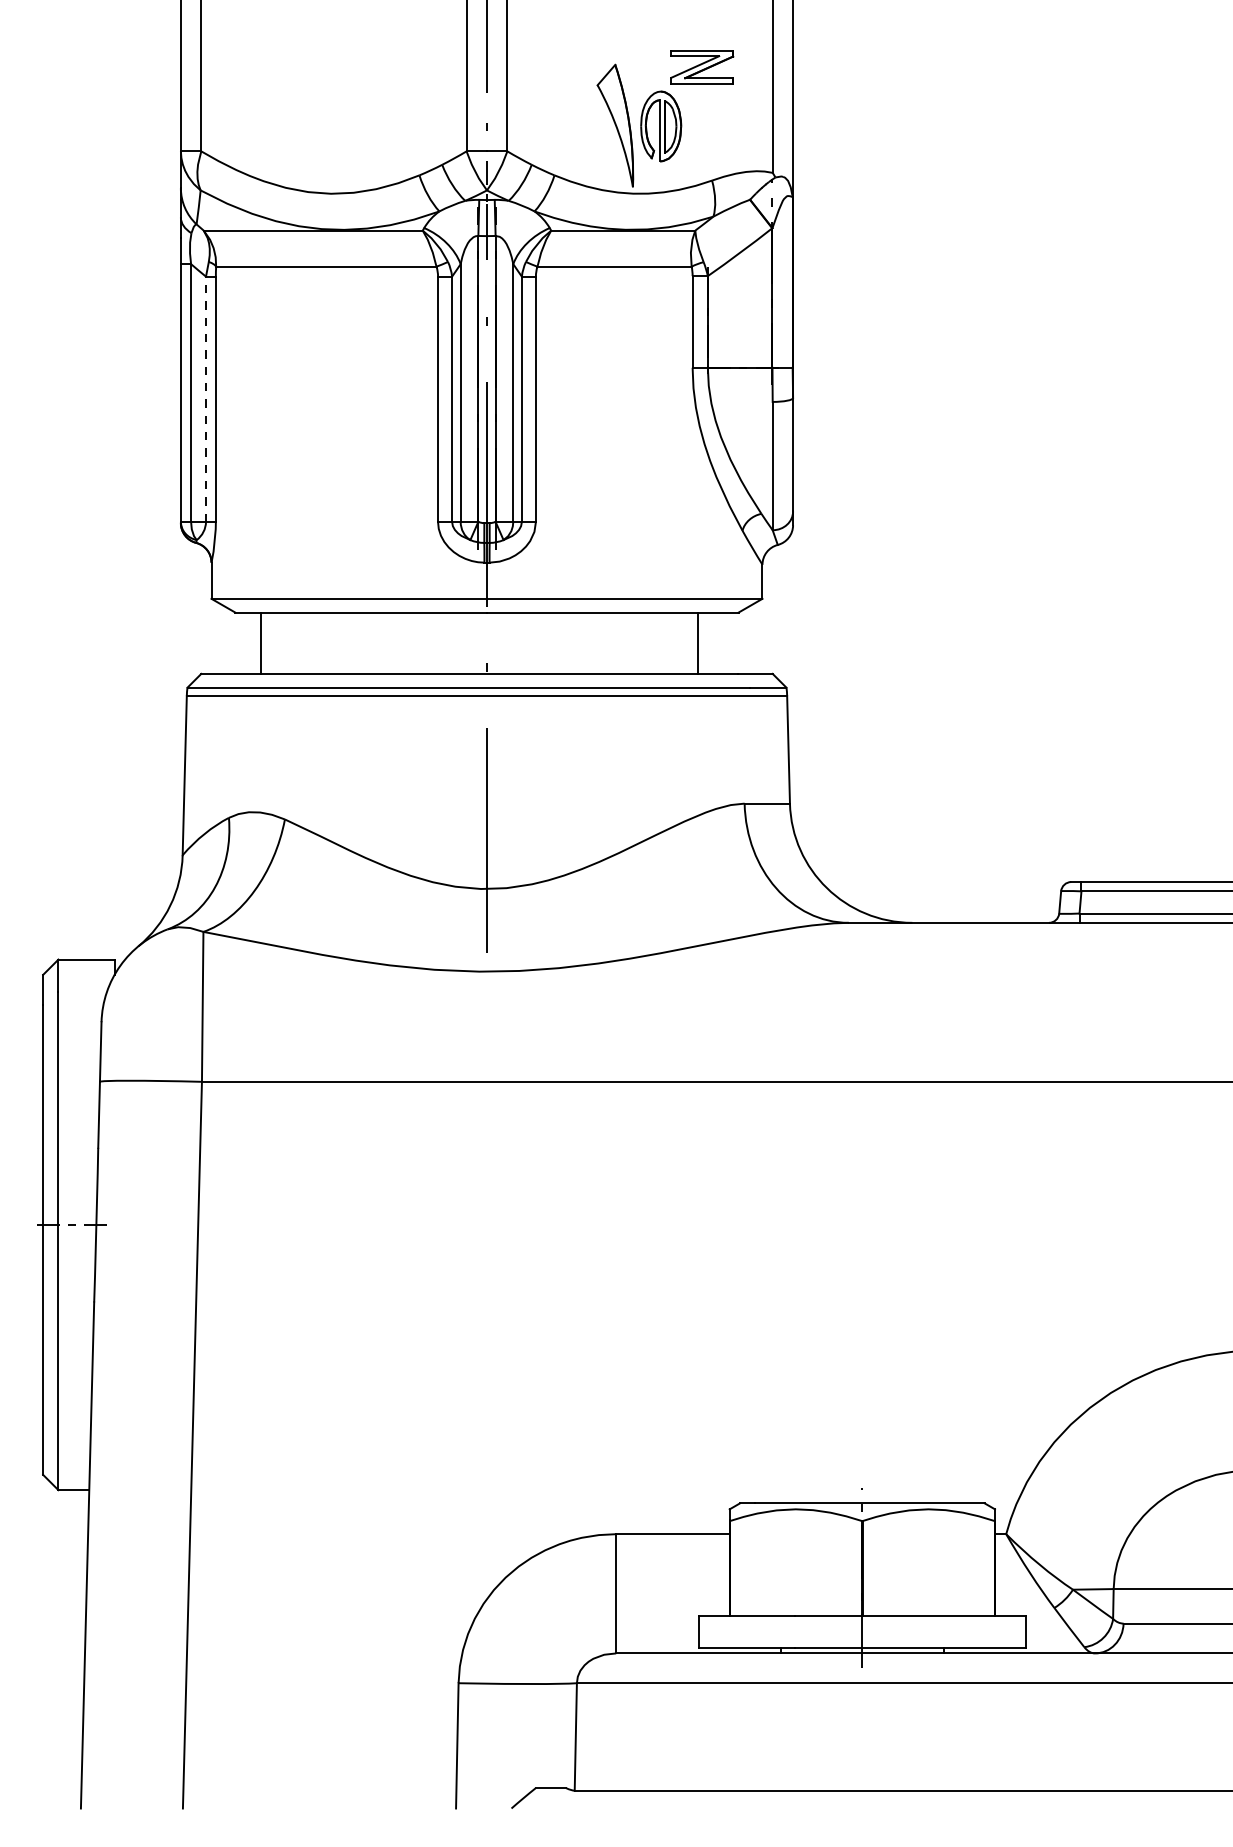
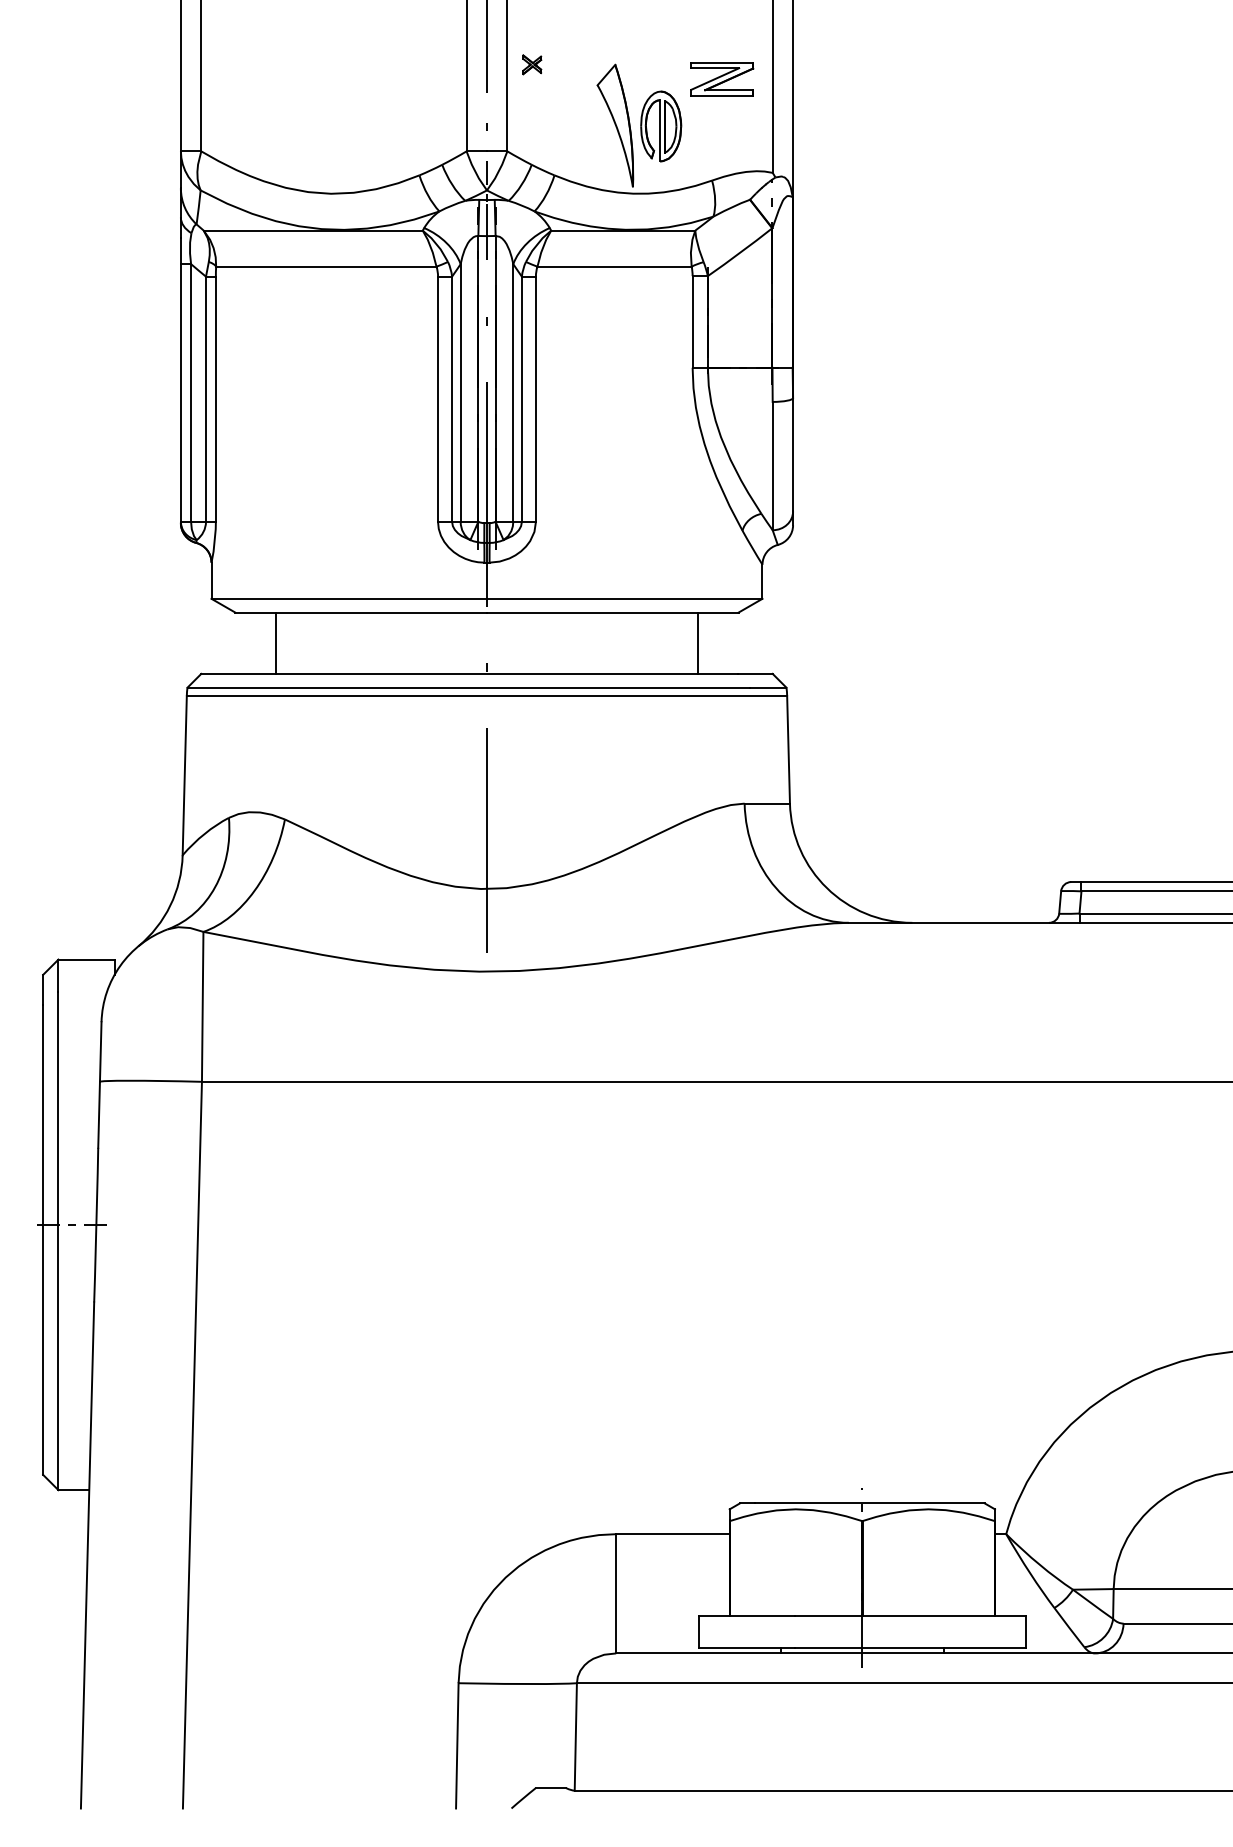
part at (532, 64): none -> present
part at (702, 67) position: (702, 67) -> (722, 79)
line at (206, 399): dashed -> solid
line at (260, 642) position: (260, 642) -> (275, 642)
